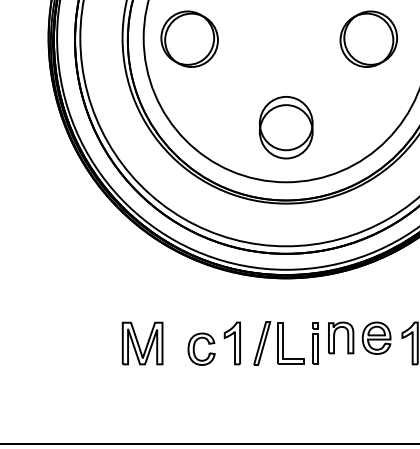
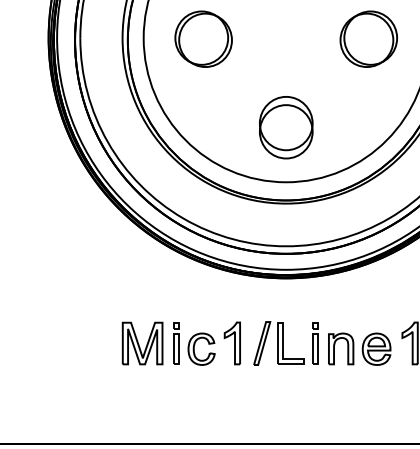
part at (189, 38) position: (189, 38) -> (203, 38)
part at (359, 337) position: (359, 337) -> (359, 348)
part at (176, 343): none -> present
